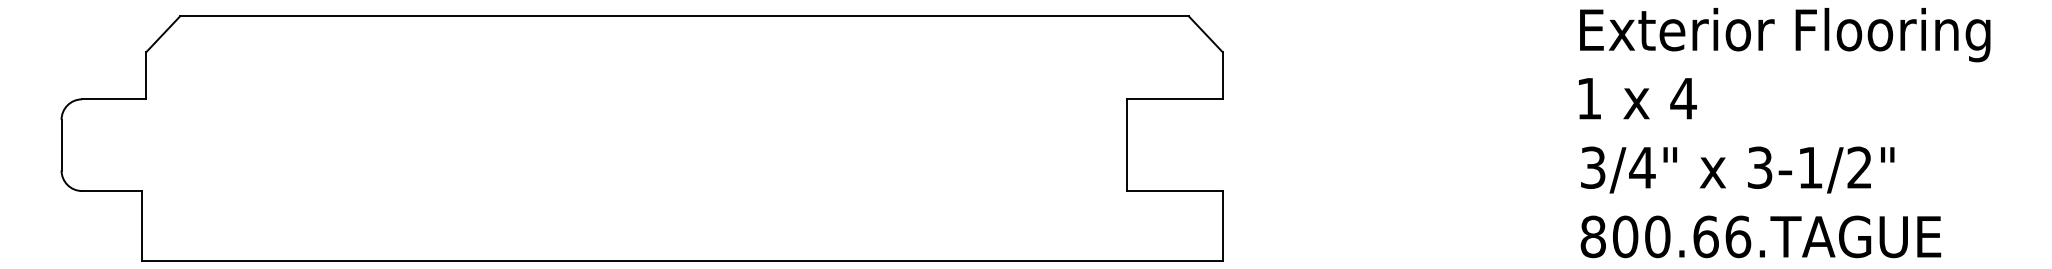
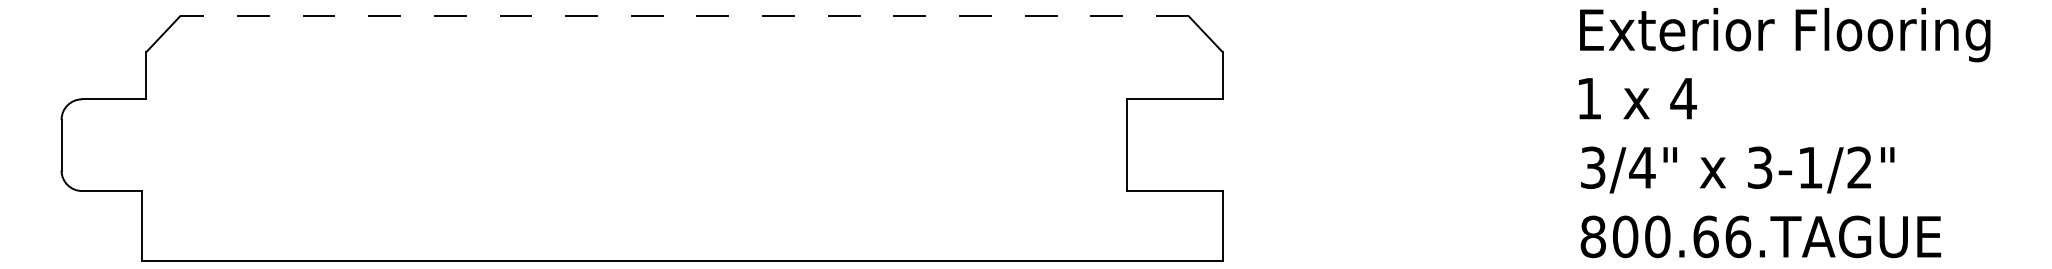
line at (683, 16): solid -> dashed
